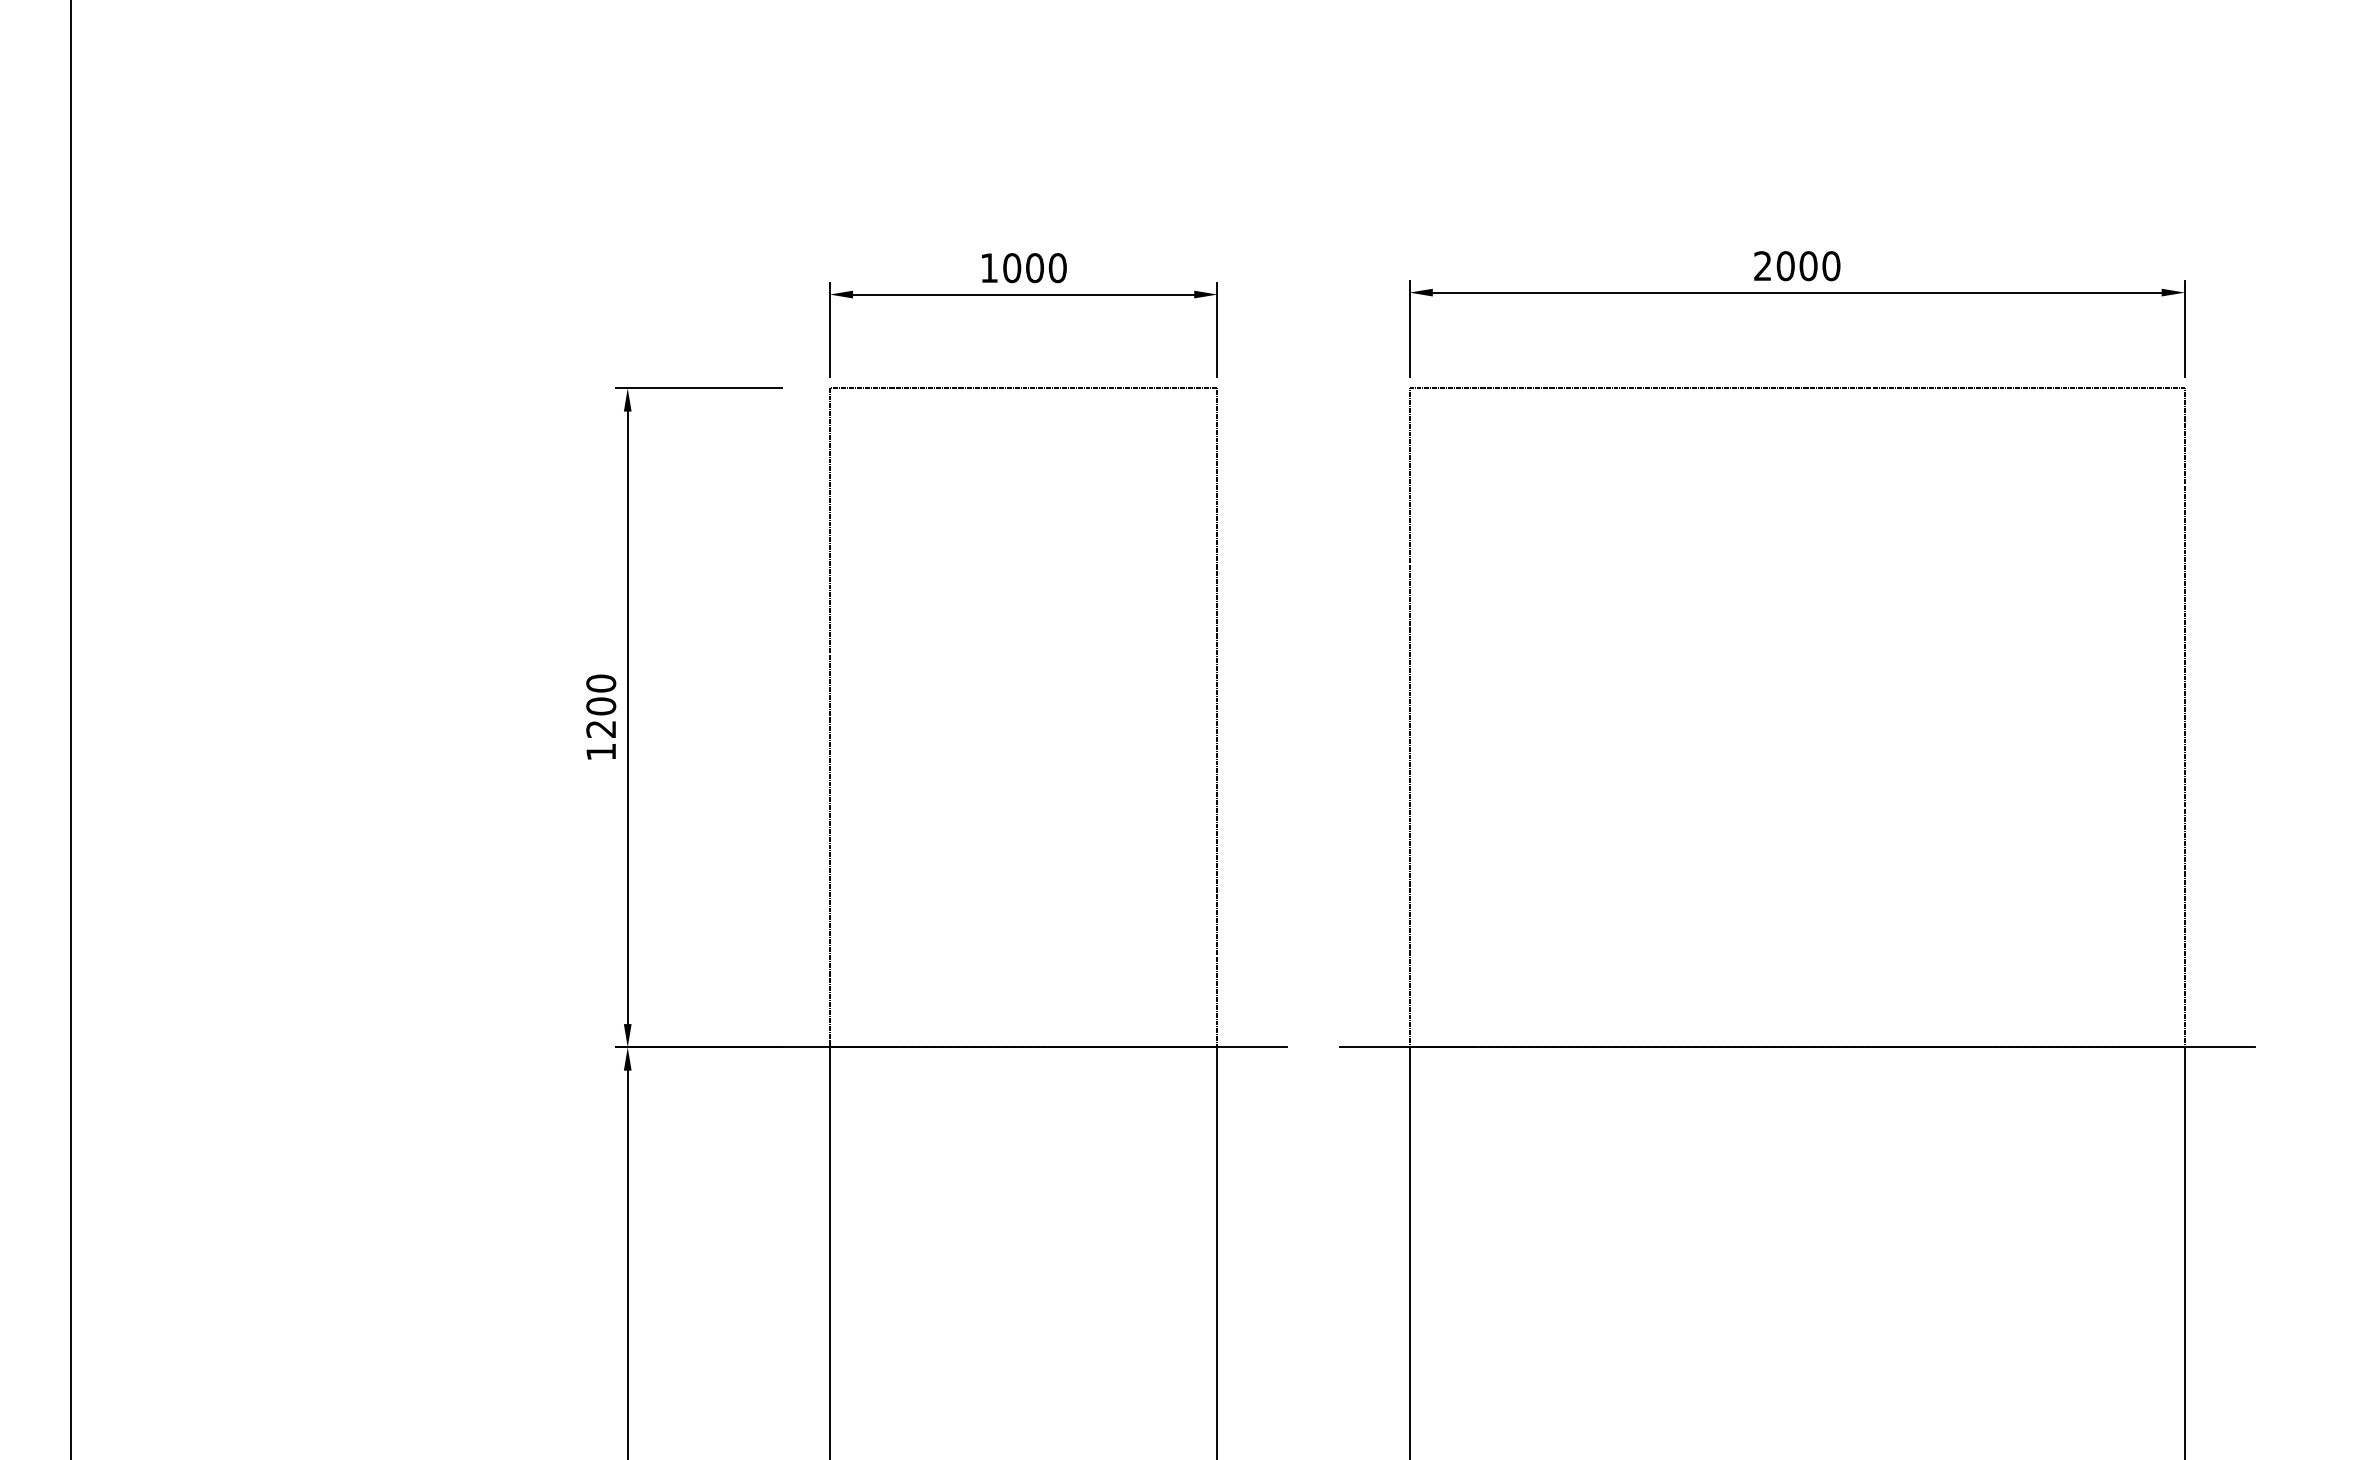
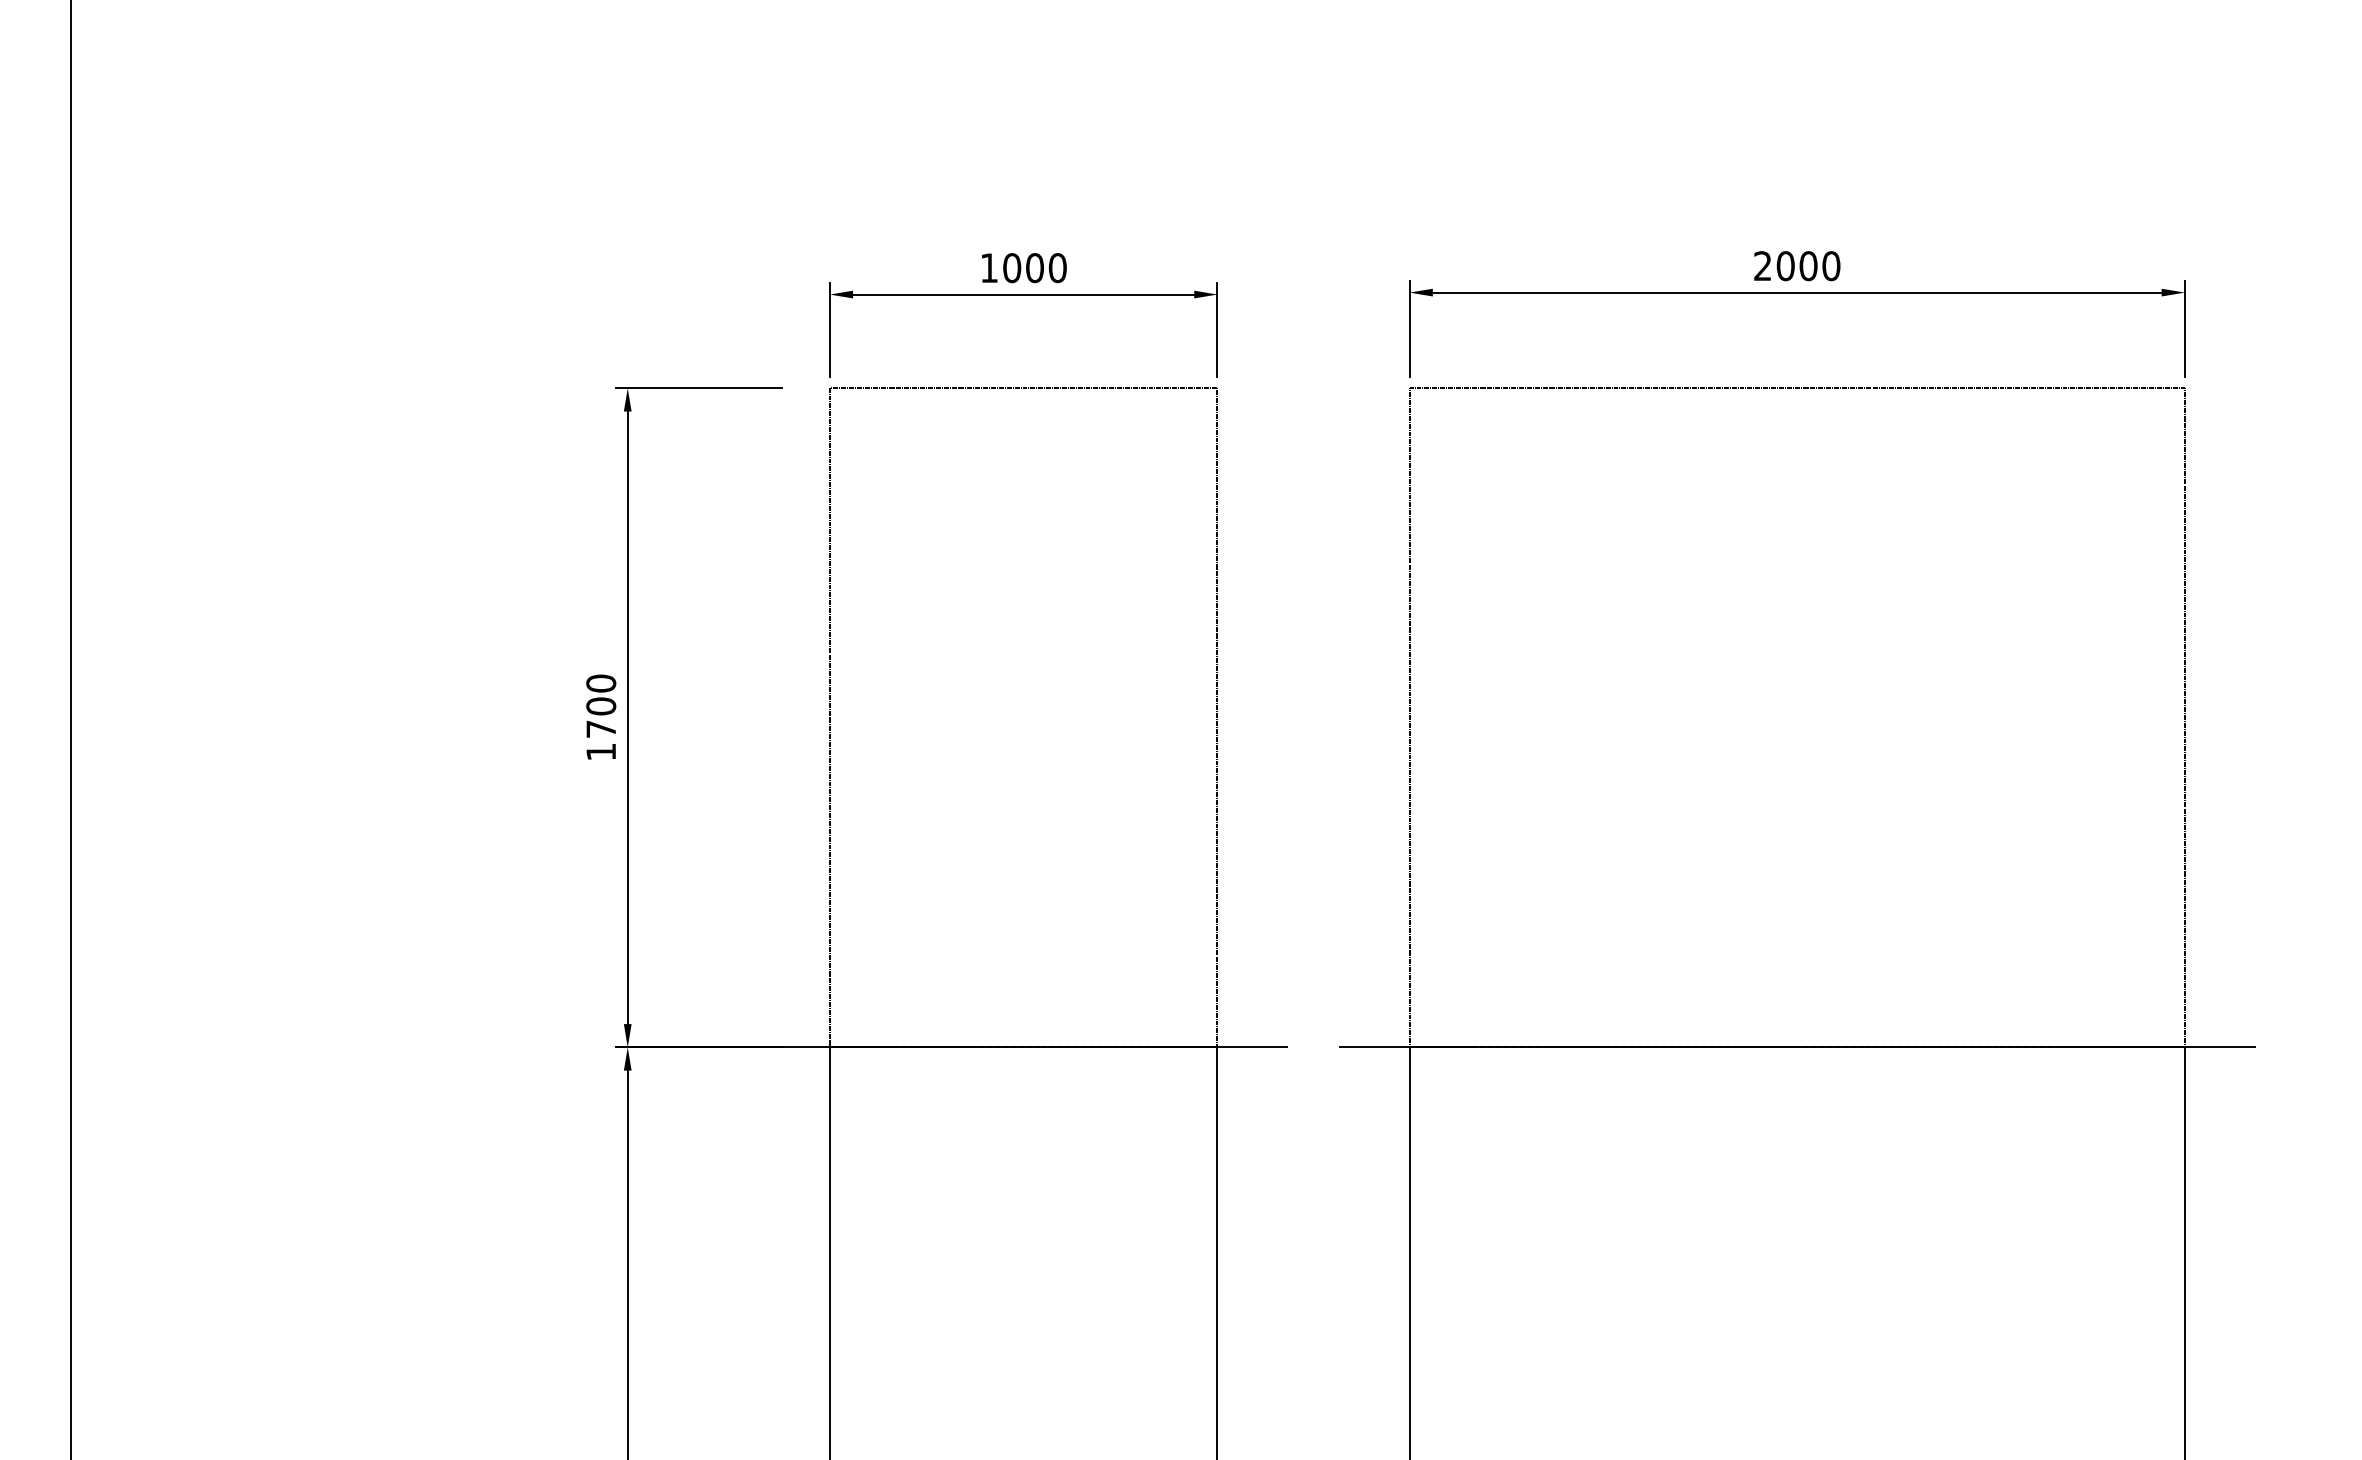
text at (600, 728): 1200 -> 1700
